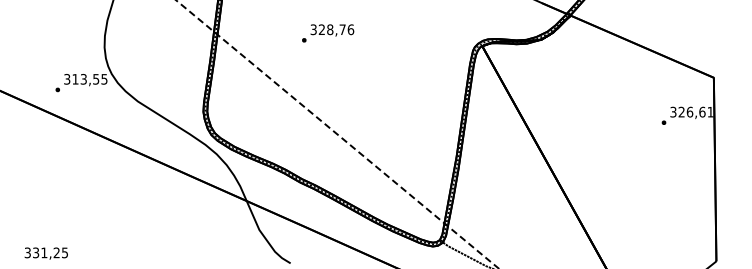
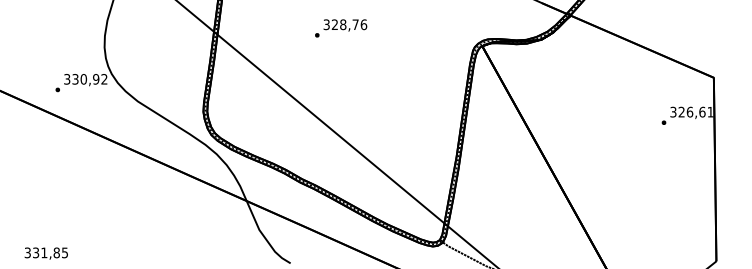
text at (328, 33) position: (328, 33) -> (341, 28)
text at (89, 79): 313,55 -> 330,92
line at (337, 134): dashed -> solid
text at (56, 252): 331,25 -> 331,85
